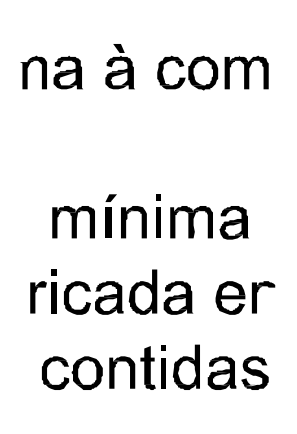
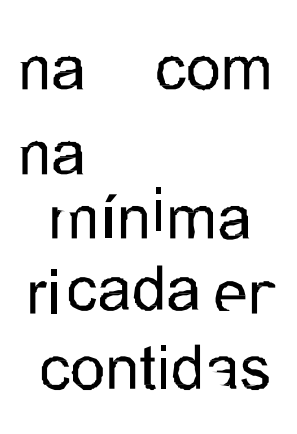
part at (119, 66): present -> none
part at (51, 157): none -> present
fill at (66, 208): present -> none
line at (158, 215) position: (158, 215) -> (158, 208)
part at (128, 291) position: (128, 291) -> (133, 287)
fill at (232, 308): present -> none
fill at (218, 380): present -> none
